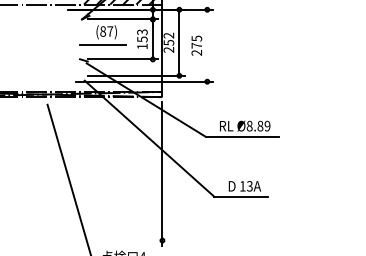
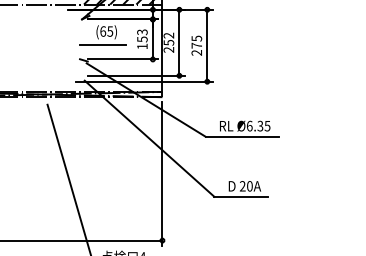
text at (106, 31): (87) -> (65)
line at (207, 45): none -> present
text at (258, 125): Ø8.89 -> Ø6.35
text at (245, 186): 13A -> 20A
line at (82, 240): none -> present
